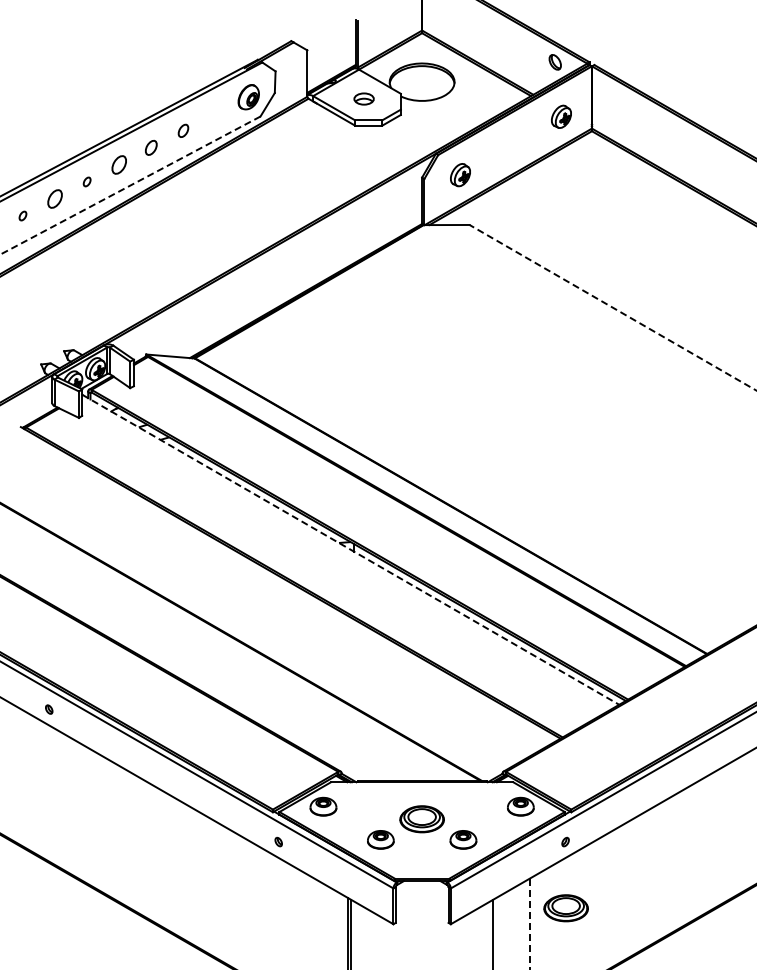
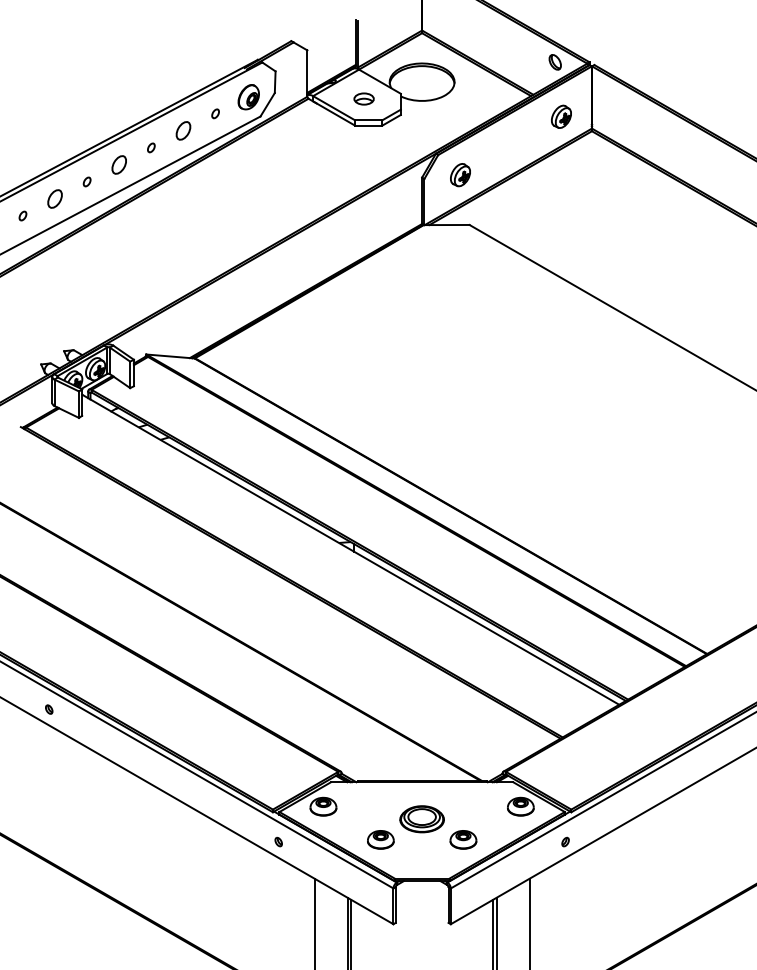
part at (215, 113): none -> present
part at (183, 130) size: 13x15 px -> 17x20 px
part at (151, 147) size: 13x17 px -> 9x12 px
line at (130, 185): dashed -> solid
line at (613, 307): dashed -> solid
line at (350, 549): dashed -> solid
part at (565, 908): present -> none
line at (314, 922): none -> present
line at (529, 924): dashed -> solid
line at (496, 931): none -> present
